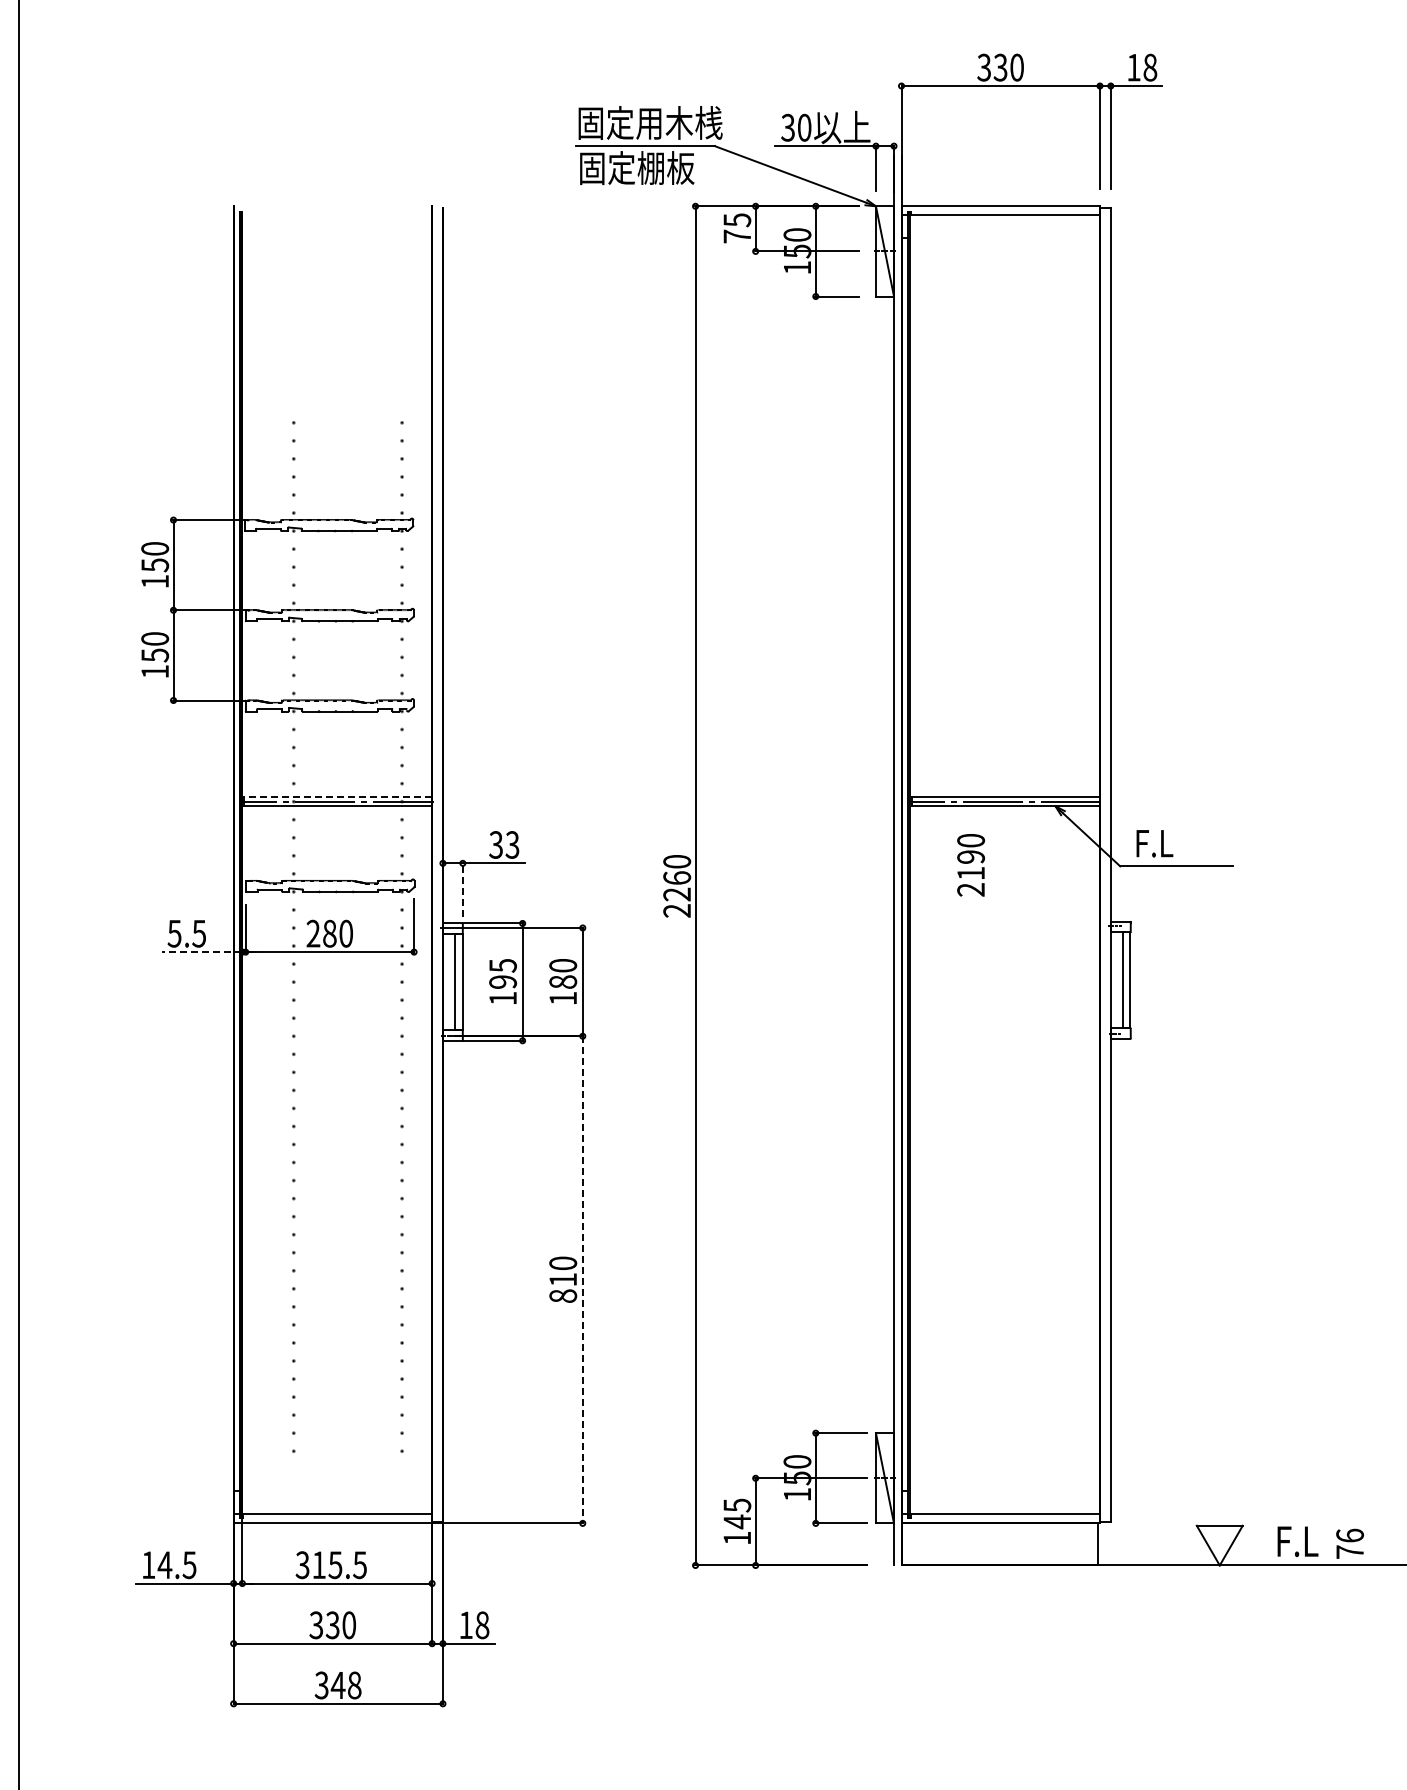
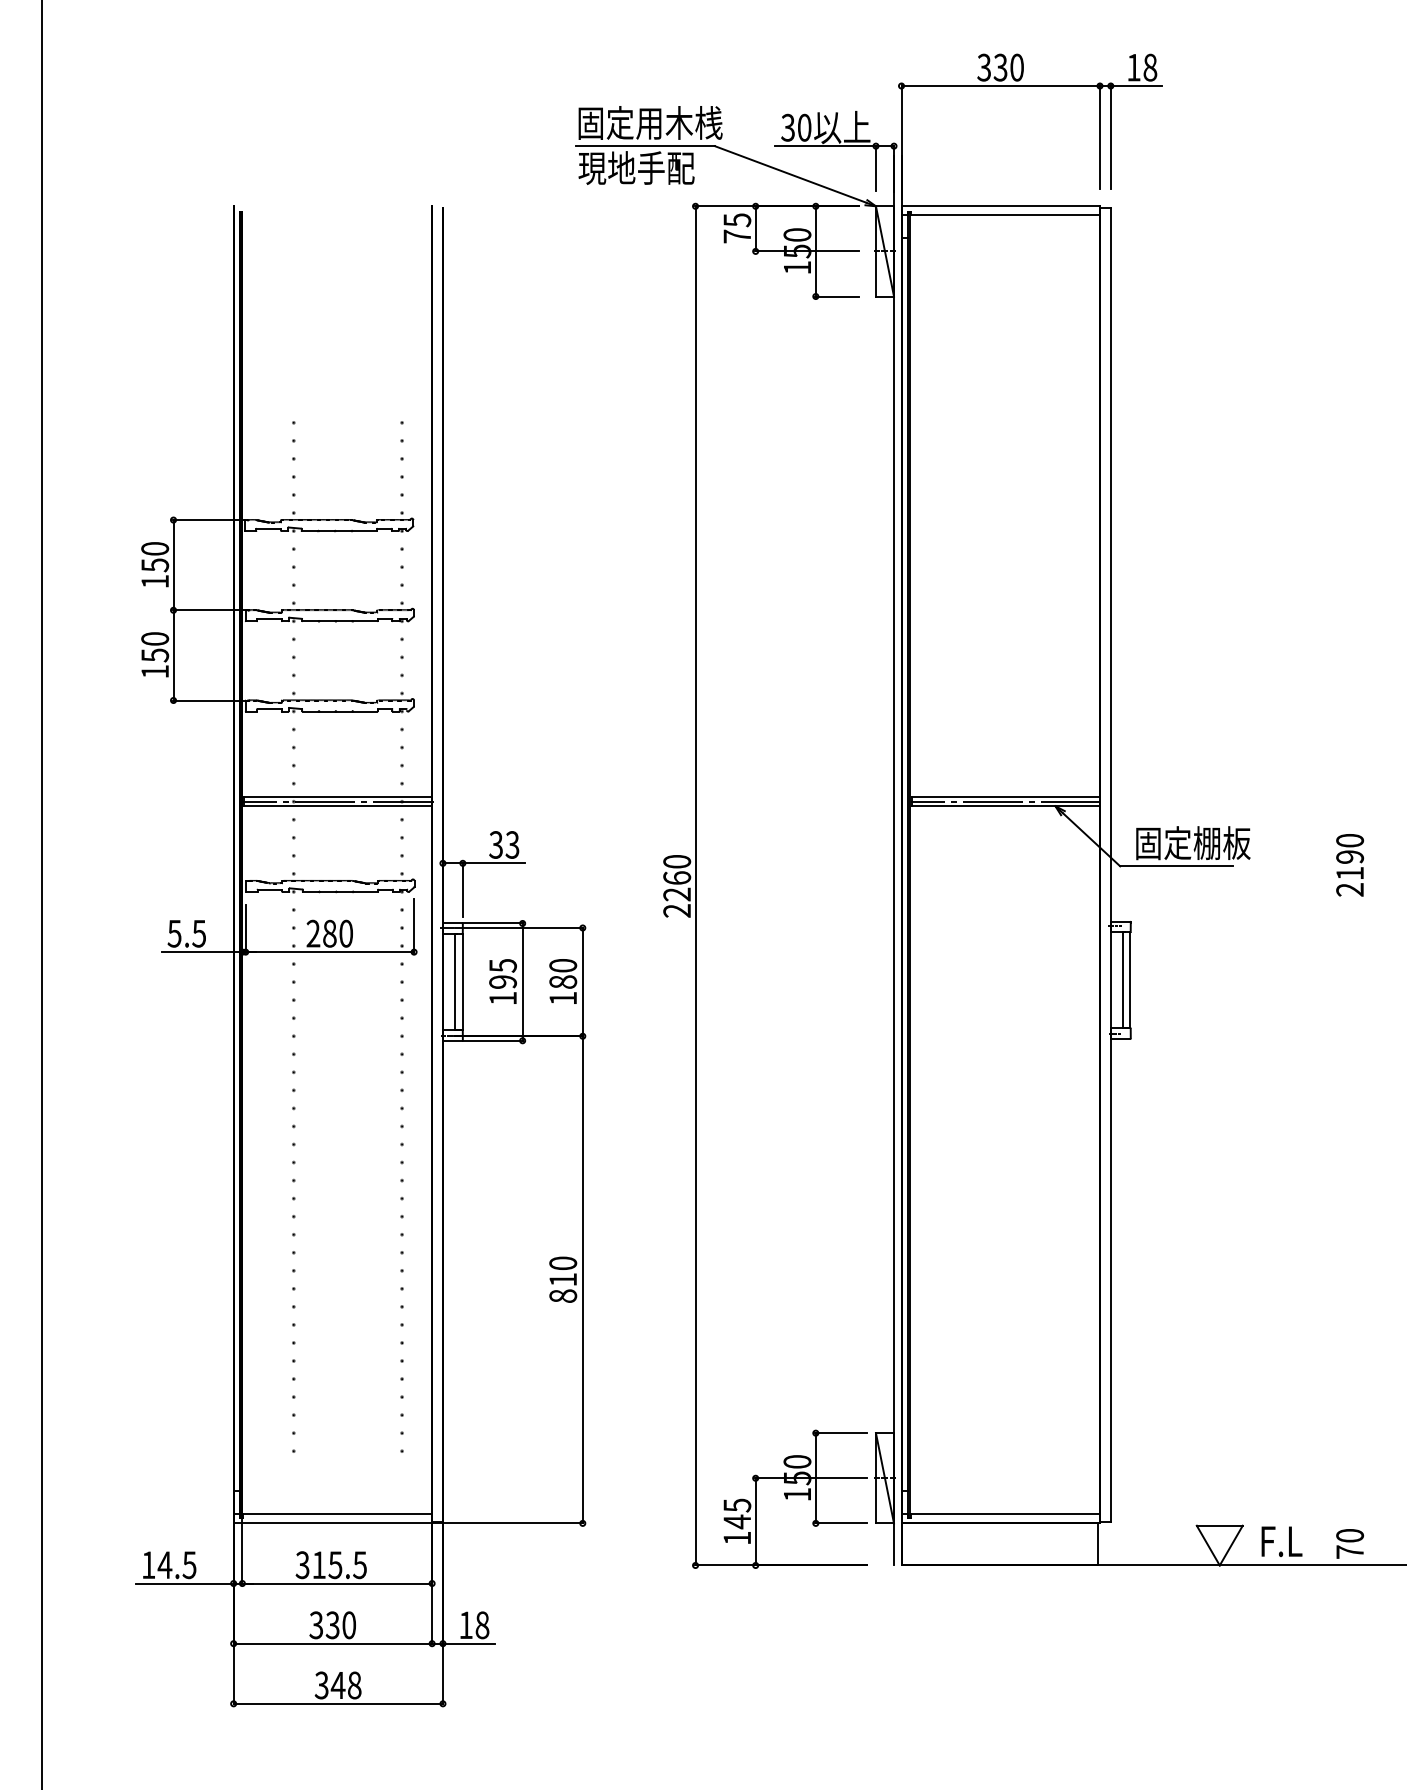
text at (636, 168): 固定棚板 -> 現地手配
line at (338, 797): dashed -> solid
text at (1193, 843): F.L -> 固定棚板
text at (971, 865) position: (971, 865) -> (1350, 865)
line at (462, 889): dashed -> solid
line at (19, 894) position: (19, 894) -> (42, 894)
line at (201, 952): dashed -> solid
line at (582, 1279): dashed -> solid
text at (1349, 1535): 76 -> 70
text at (1297, 1541) position: (1297, 1541) -> (1281, 1541)
